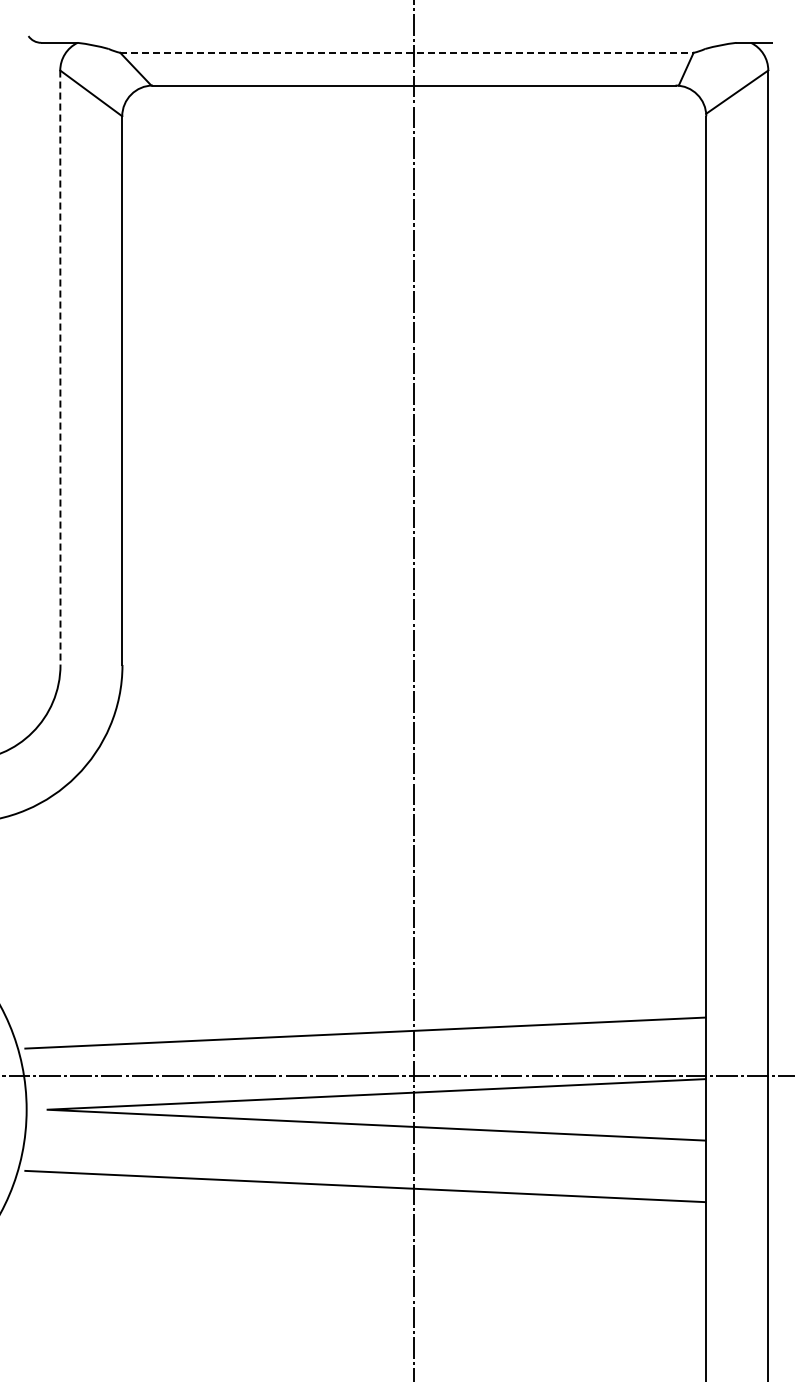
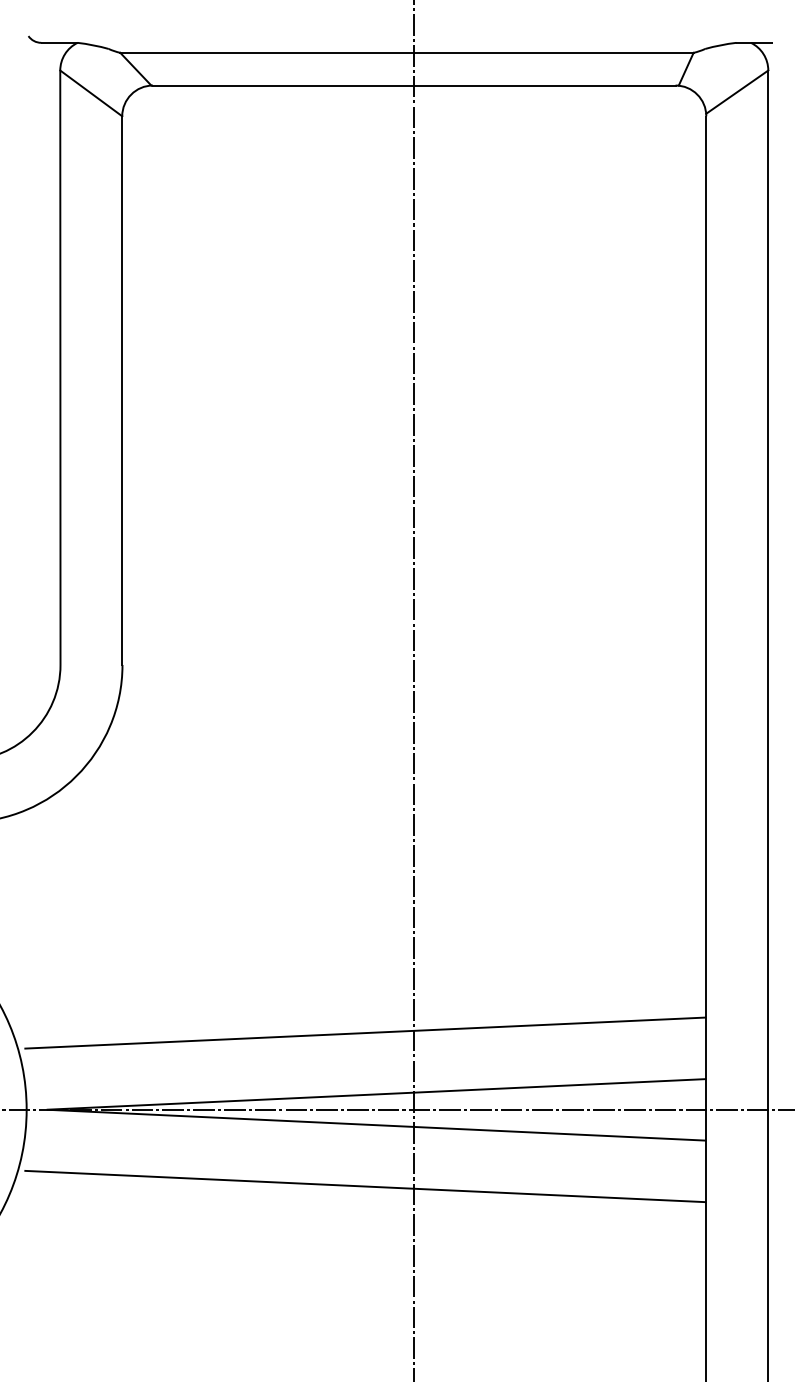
line at (406, 52): dashed -> solid
line at (60, 368): dashed -> solid
line at (396, 1075) position: (396, 1075) -> (396, 1109)
